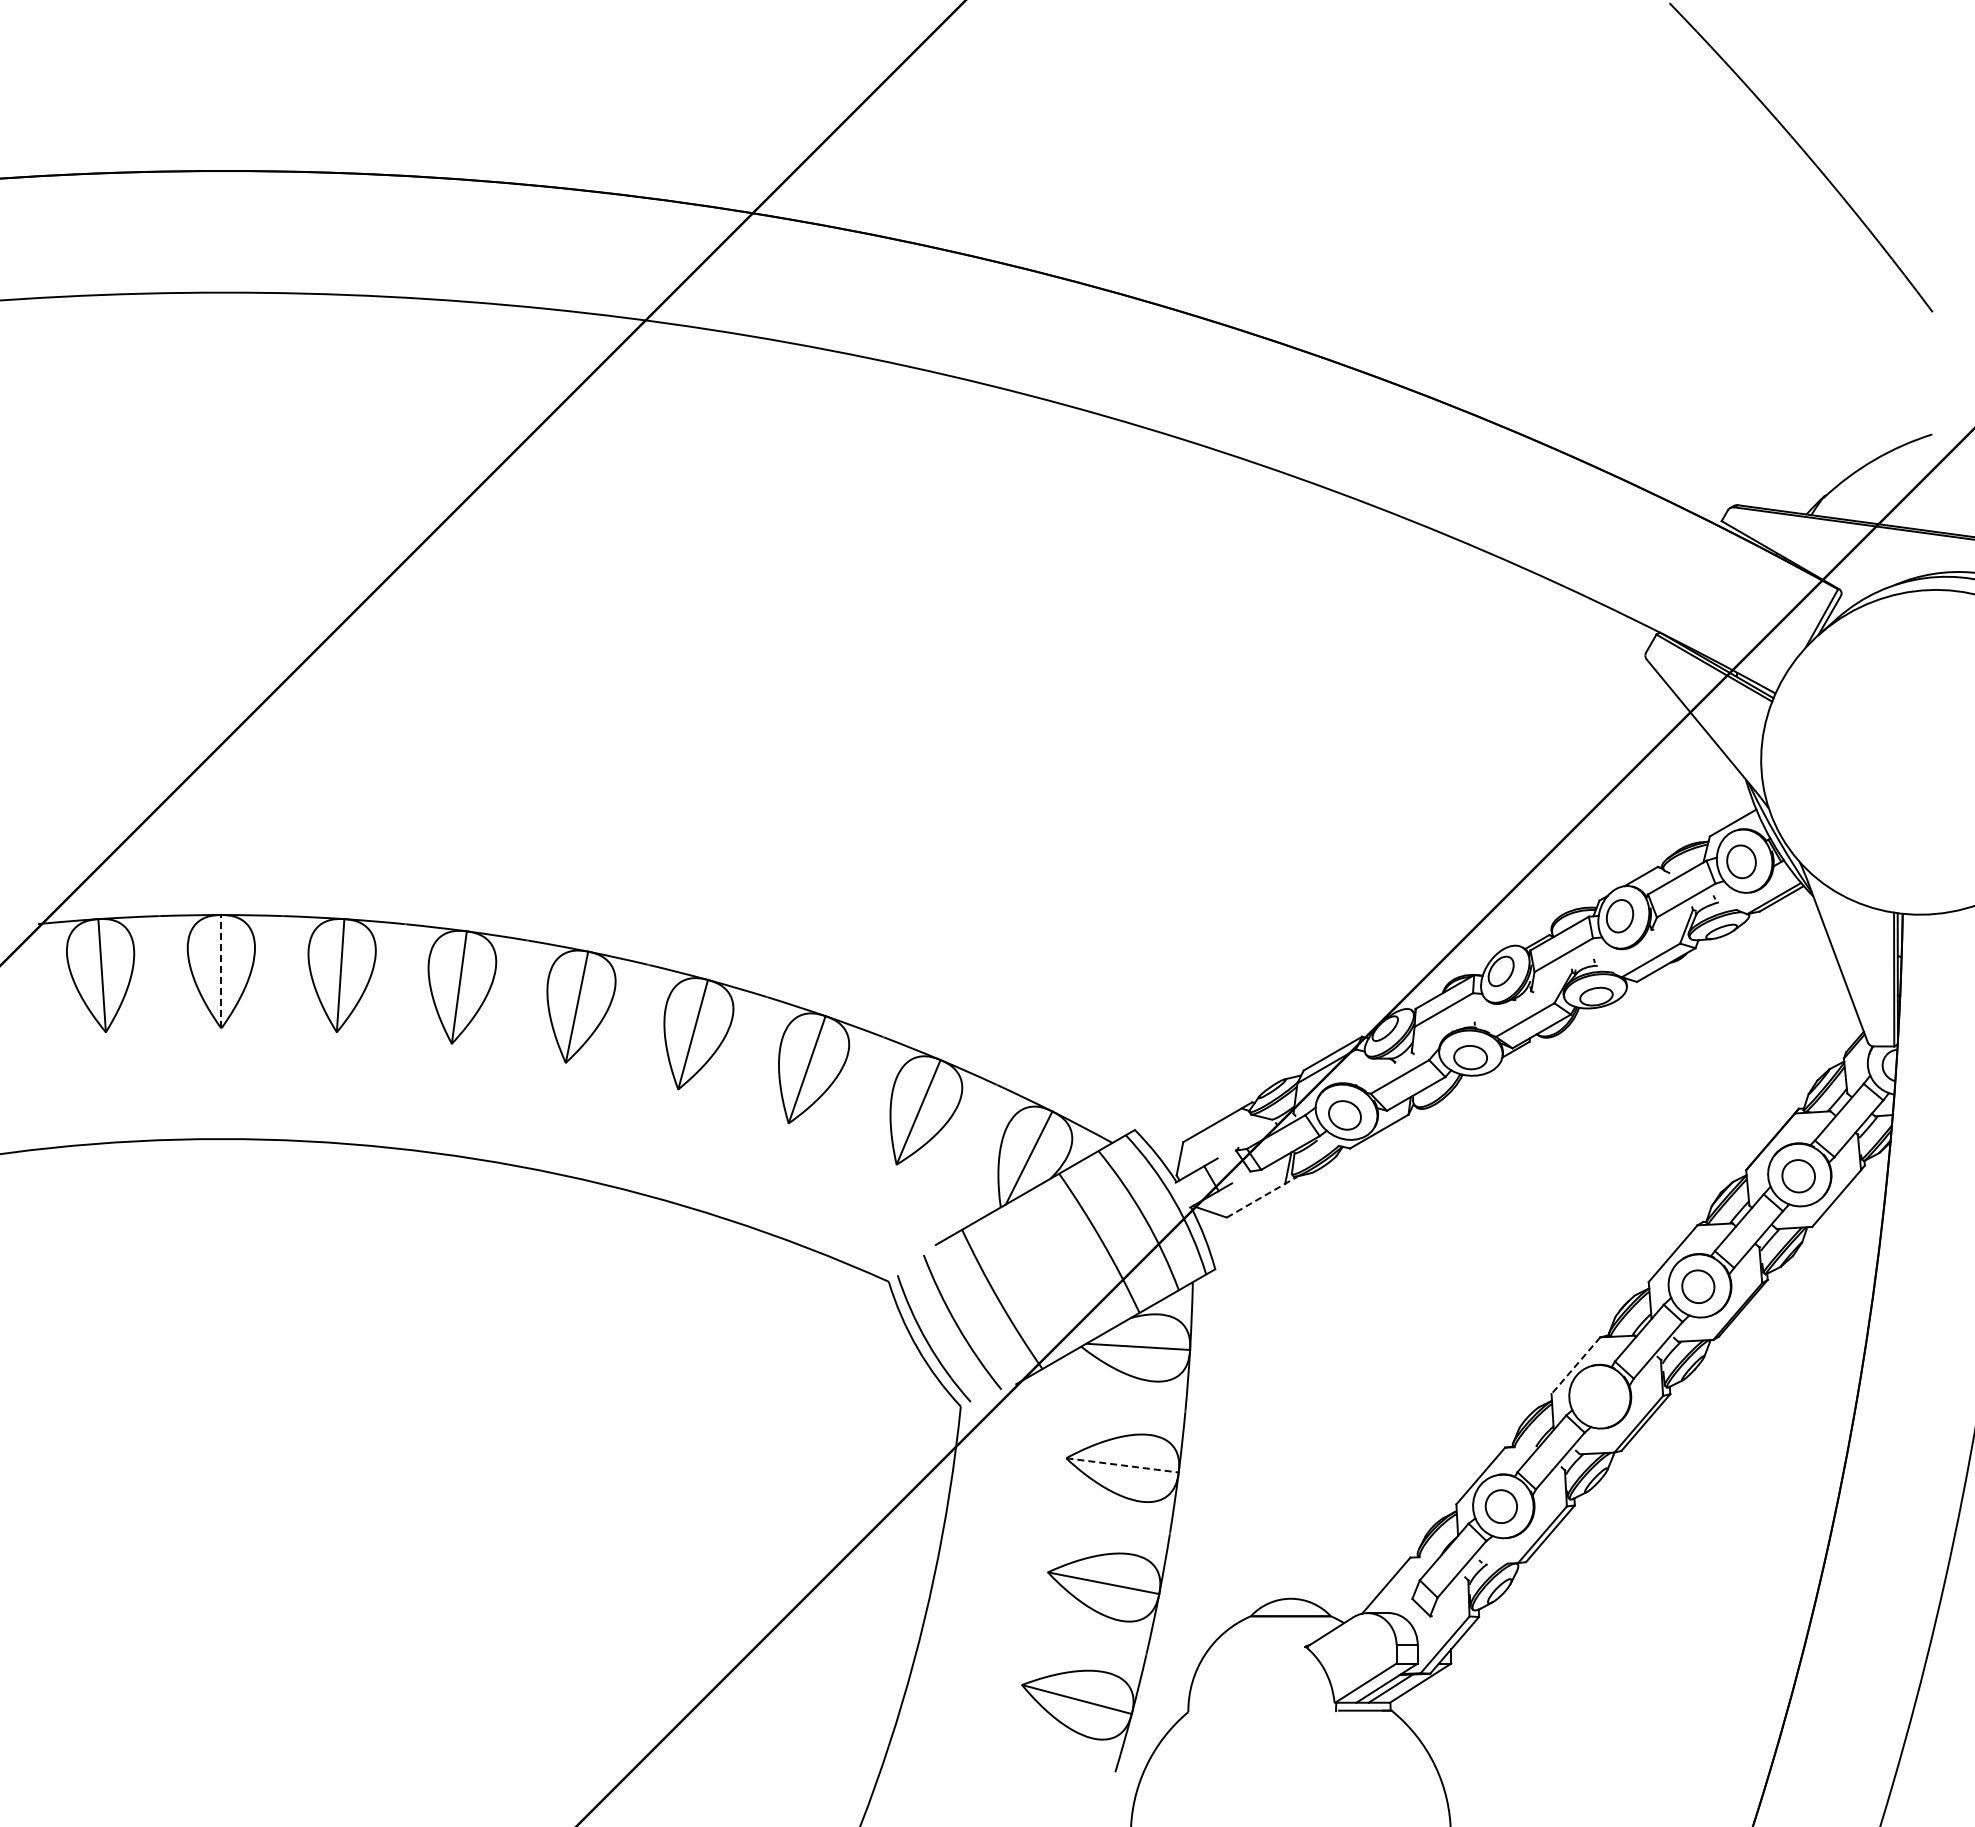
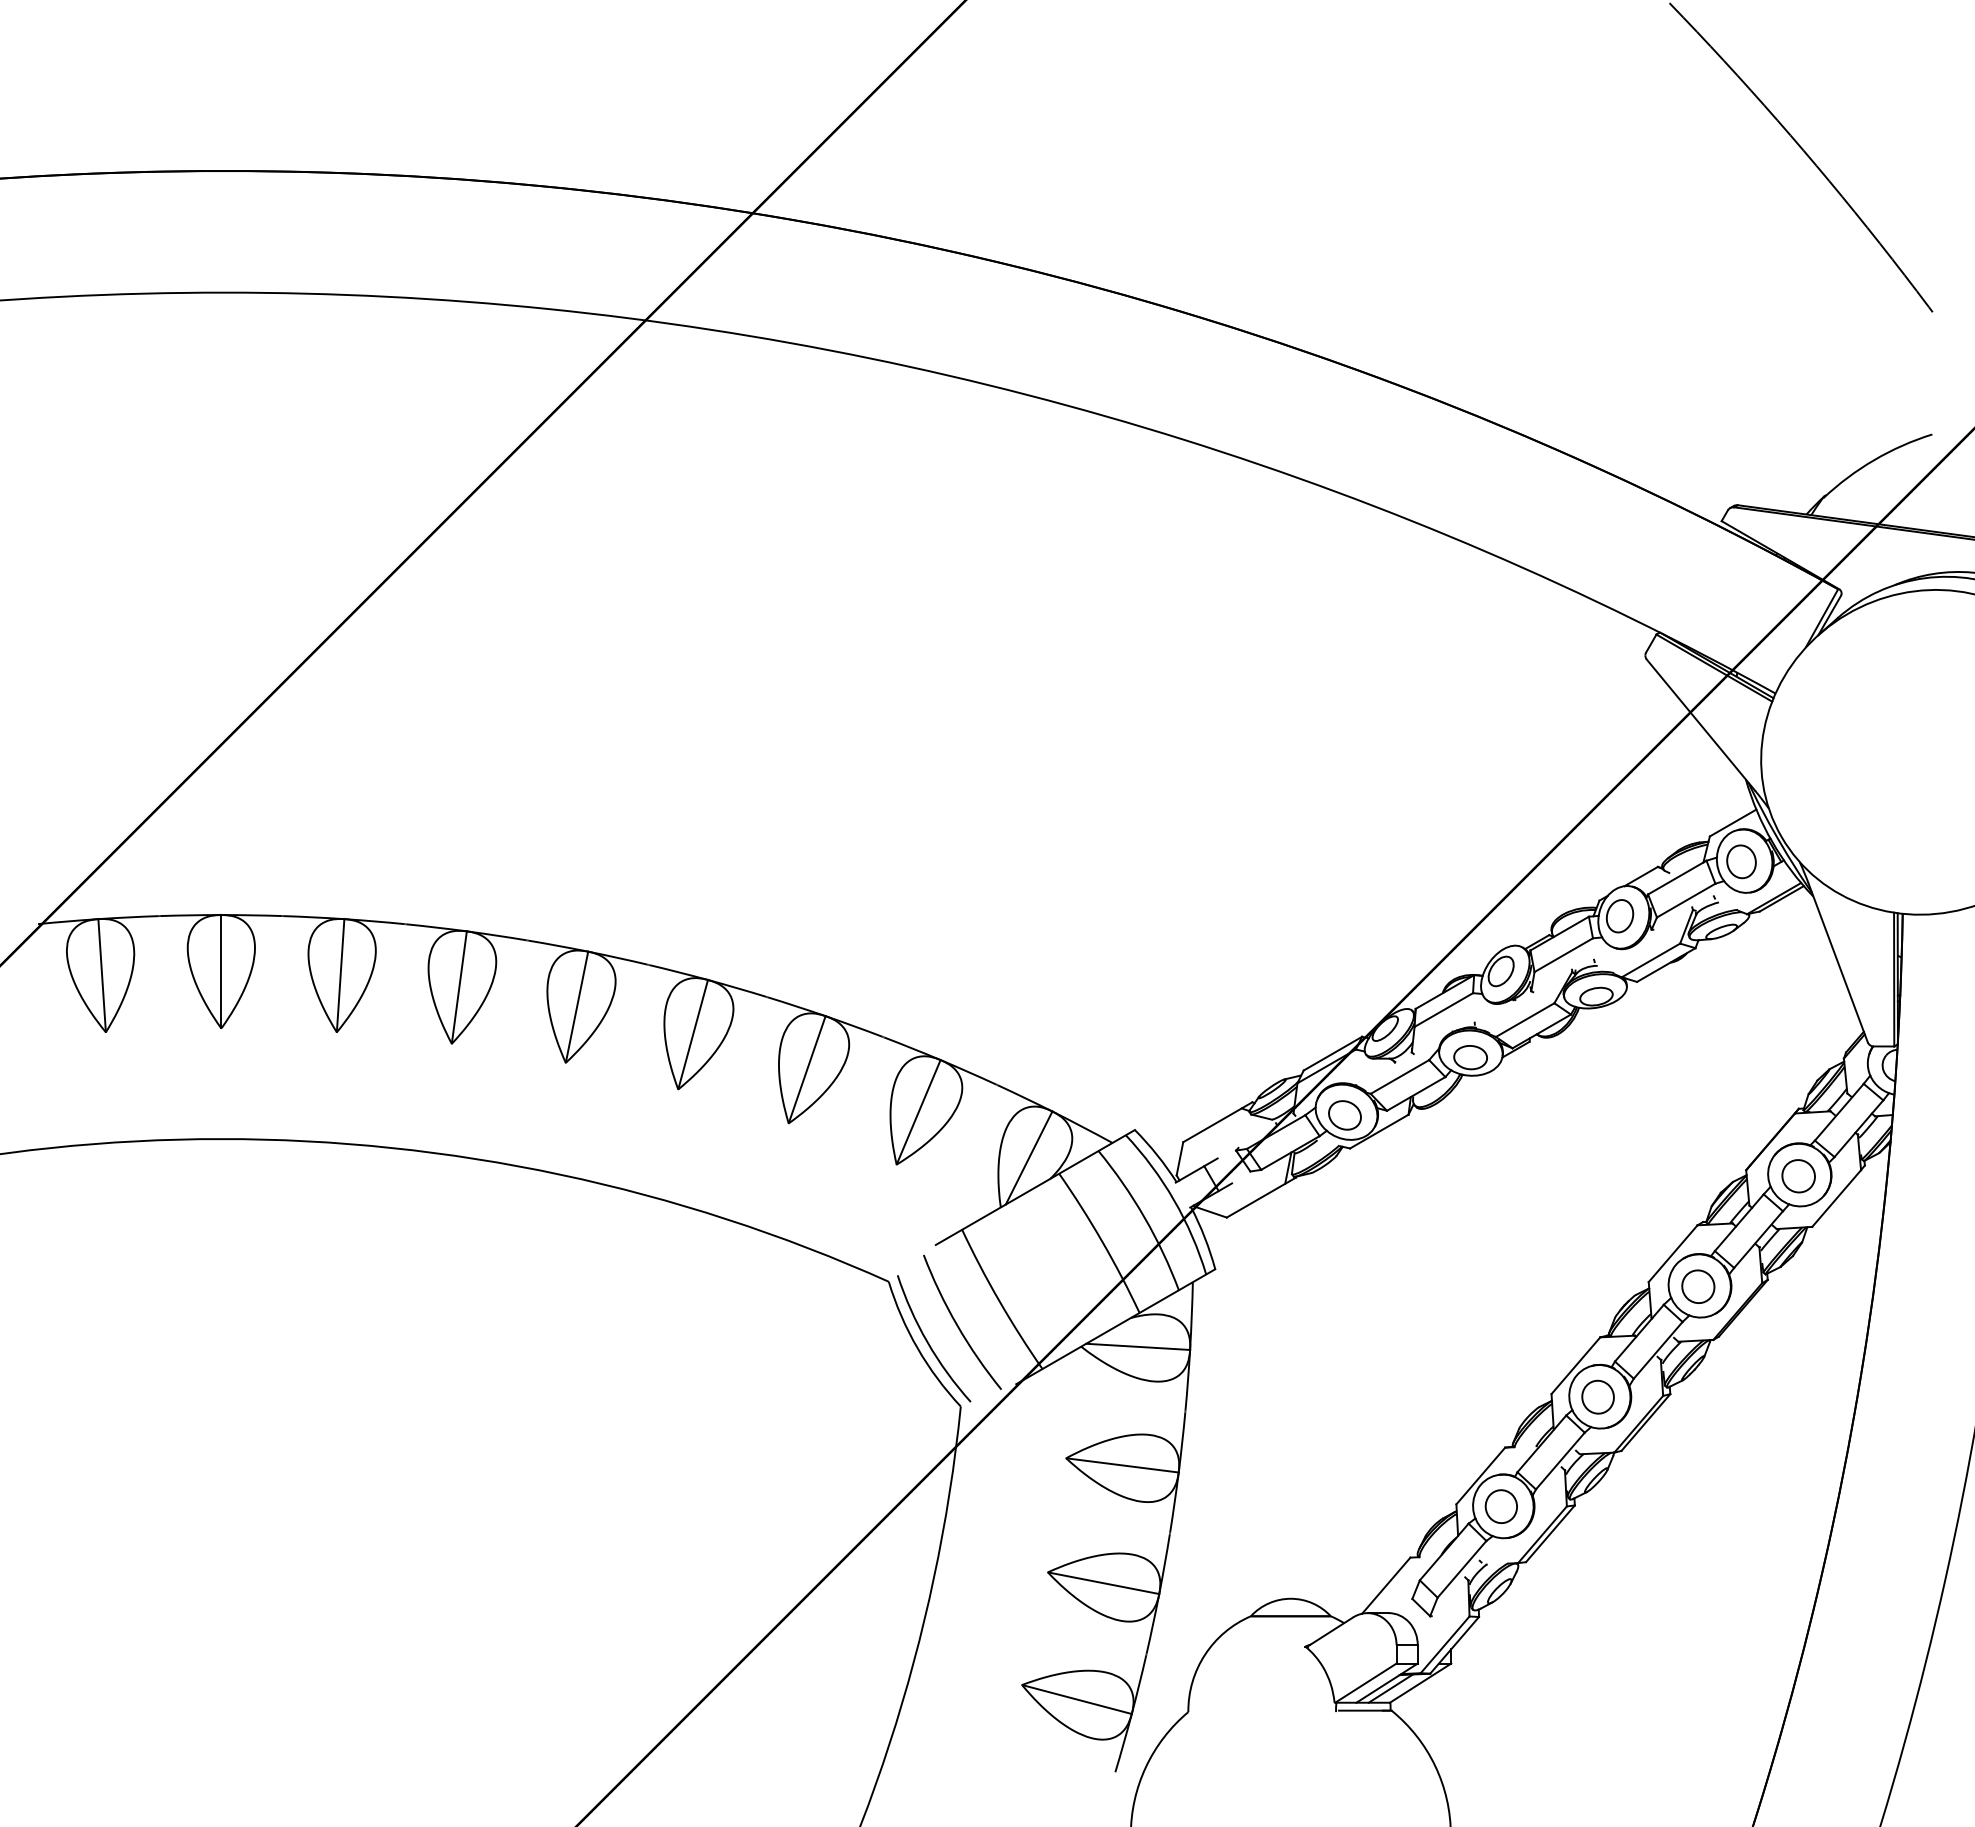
line at (221, 971): dashed -> solid
line at (1261, 1197): dashed -> solid
line at (1575, 1366): dashed -> solid
part at (1597, 1396): none -> present
line at (1123, 1465): dashed -> solid
